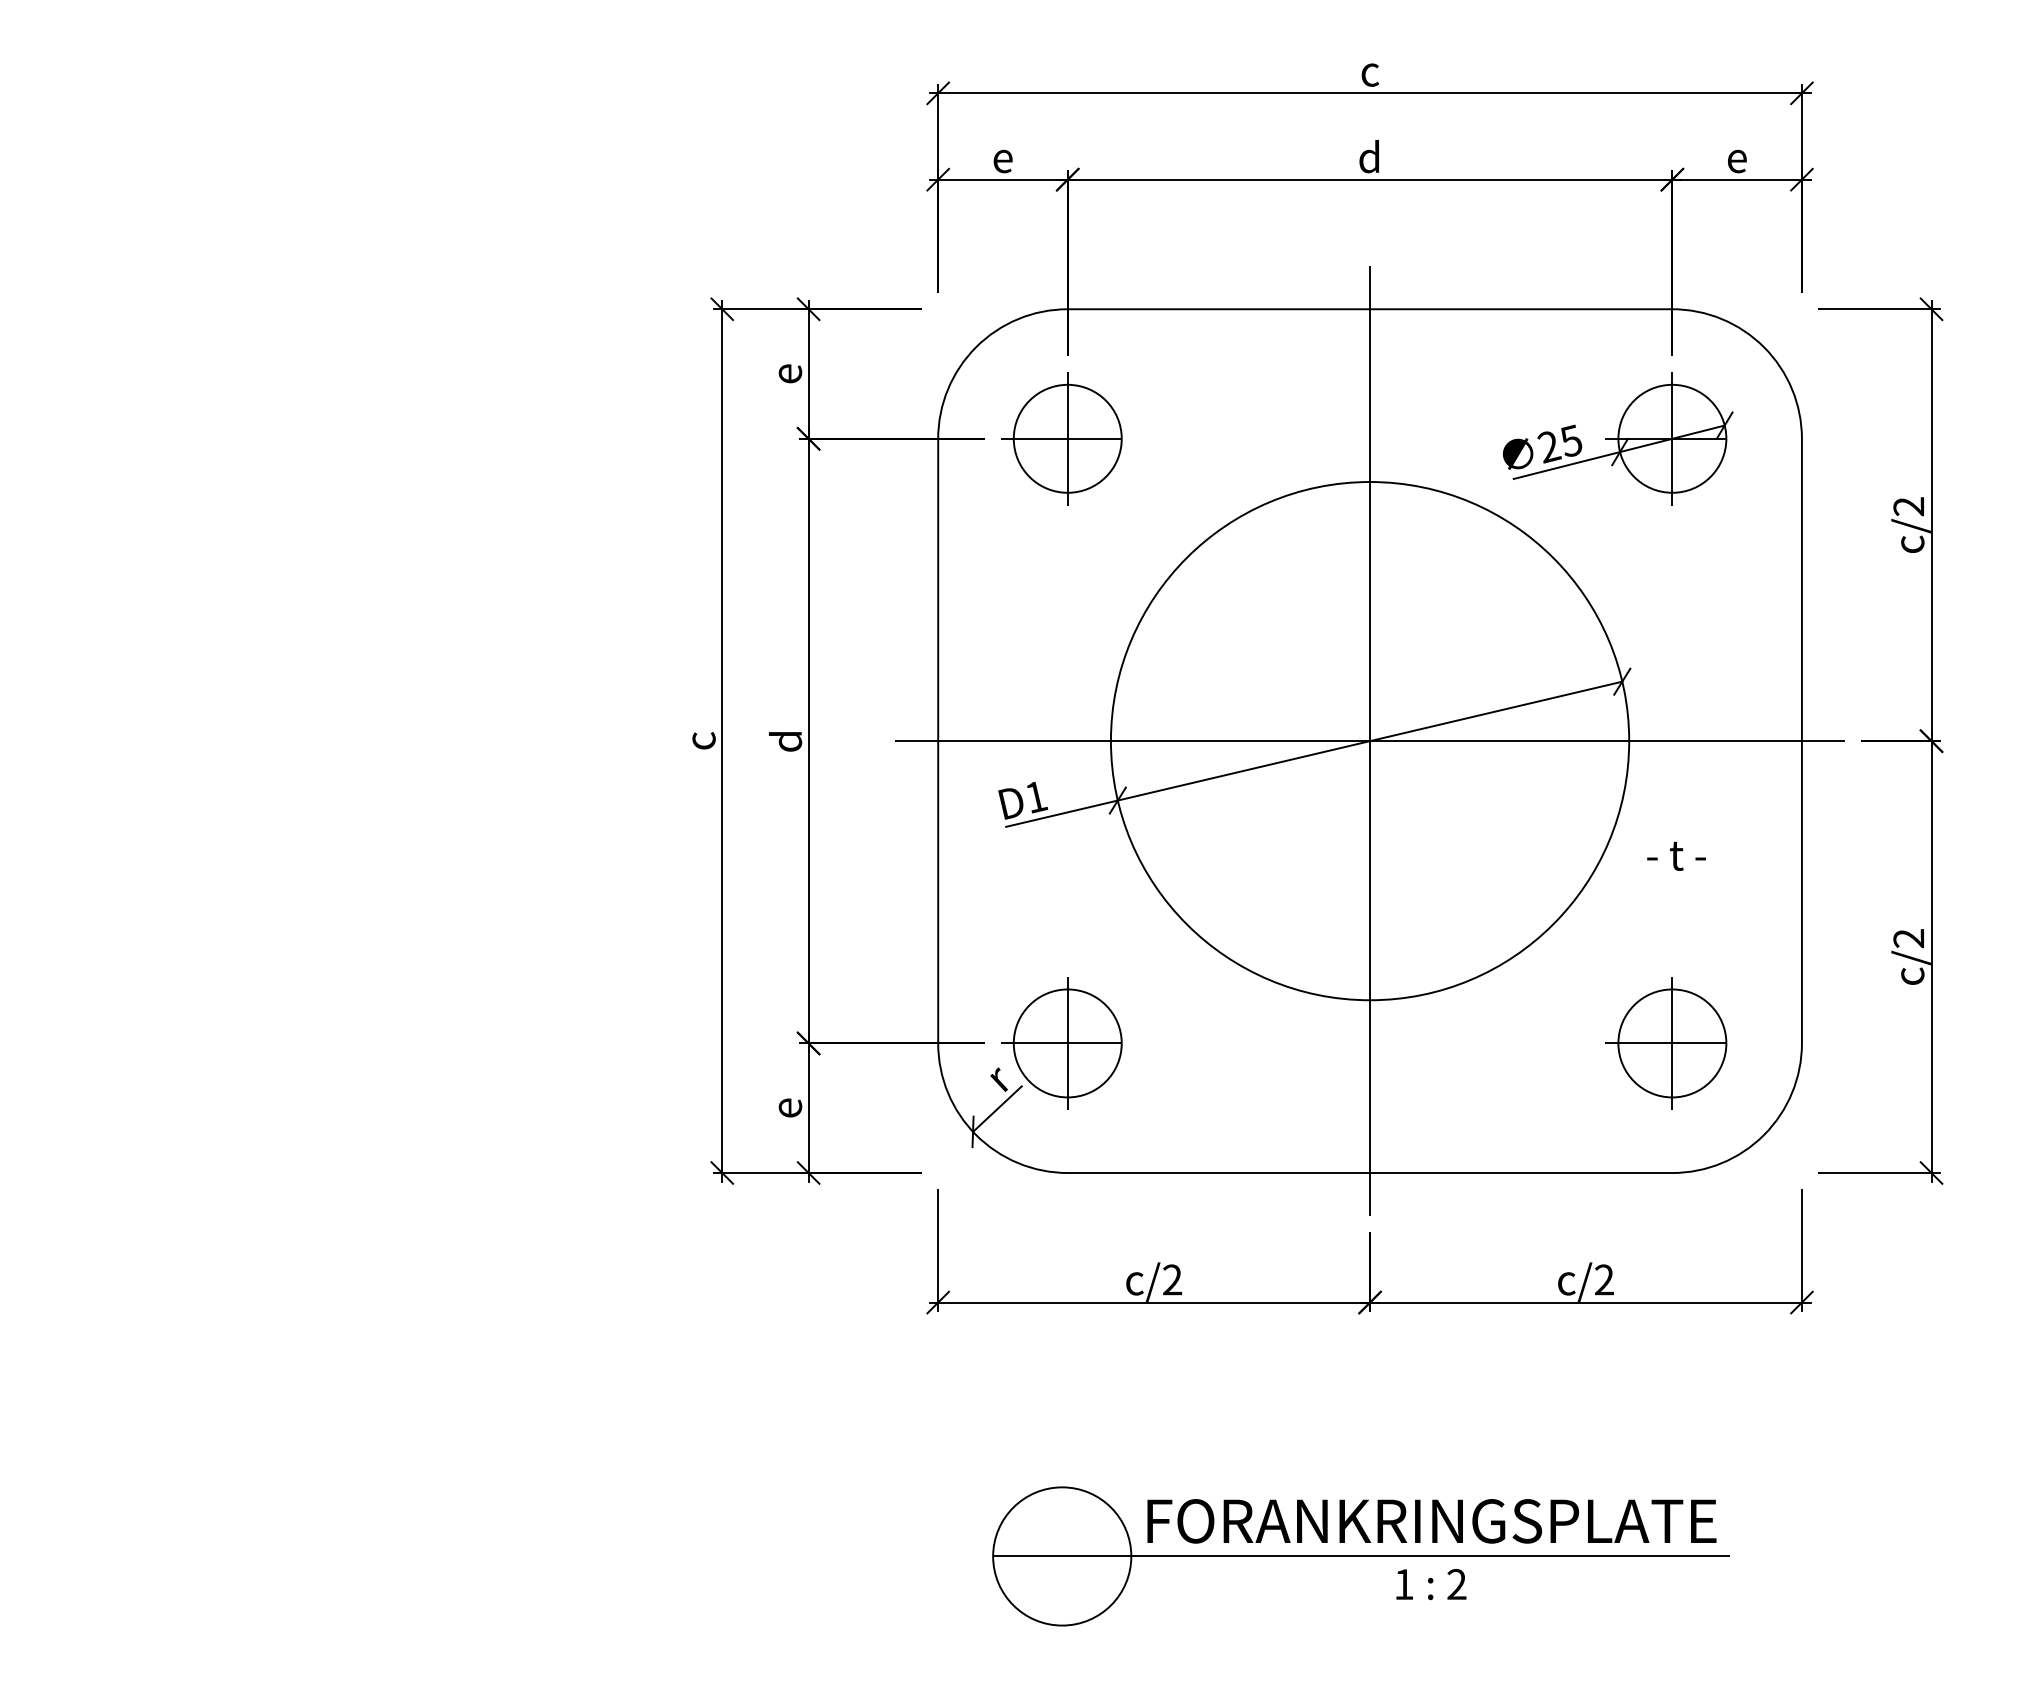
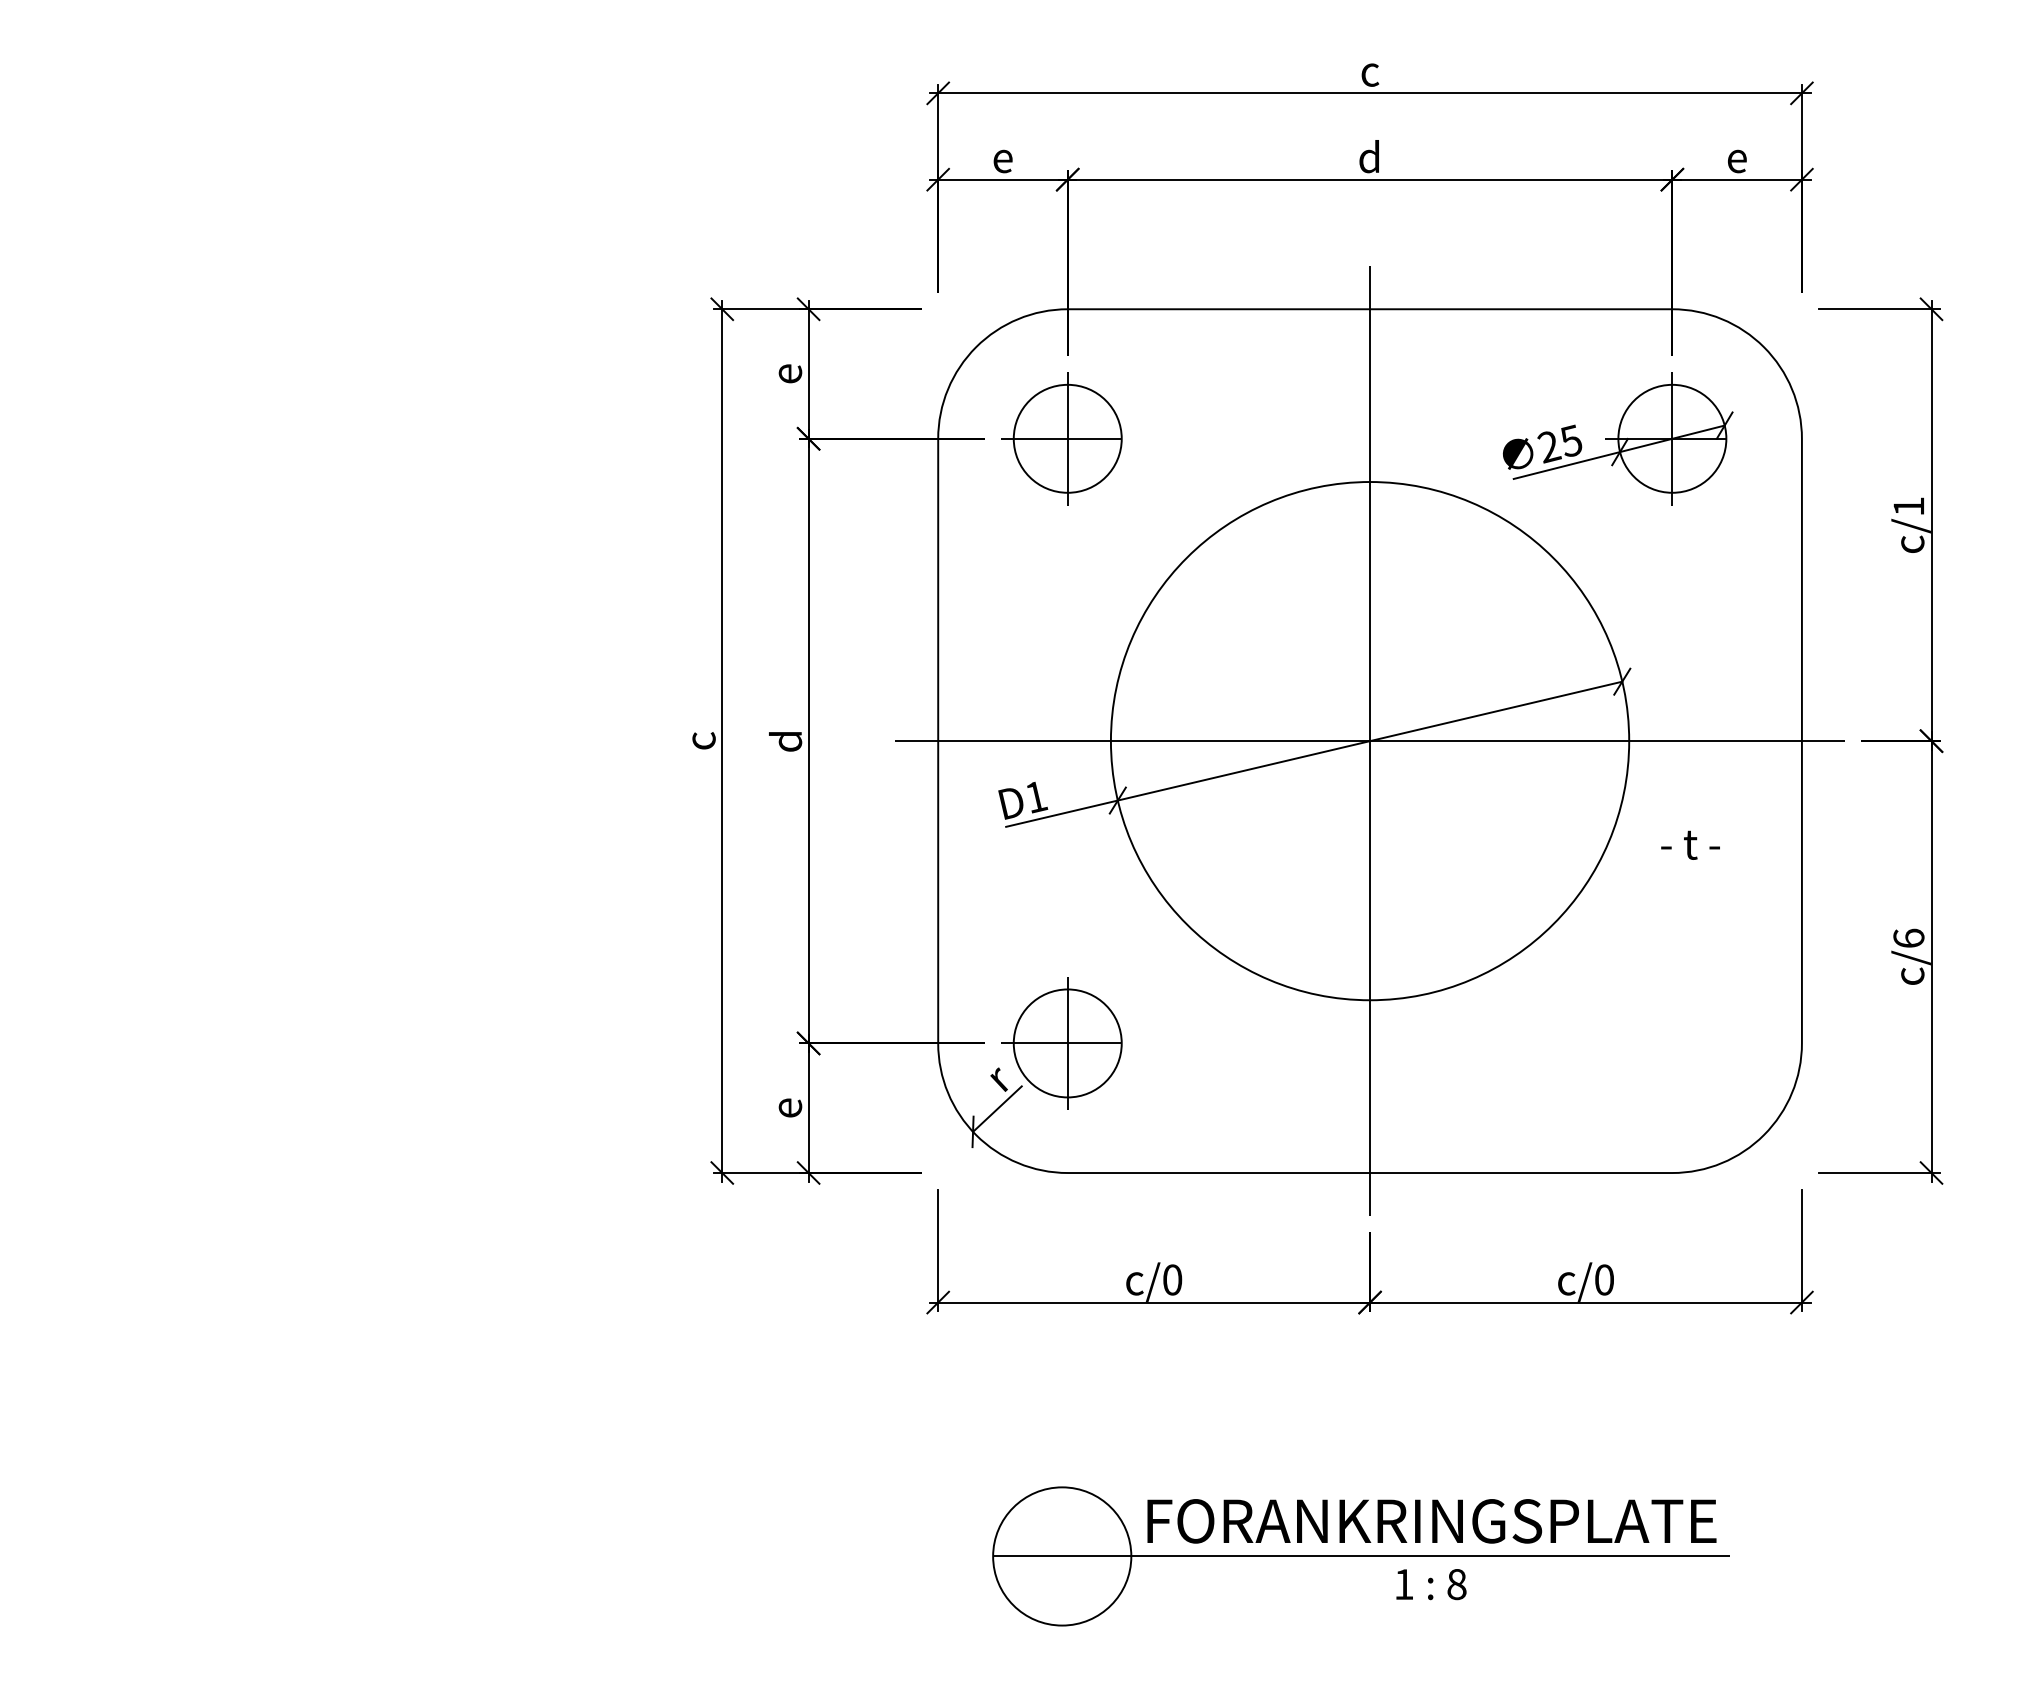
text at (1908, 506): c/2 -> c/1
text at (1676, 855) position: (1676, 855) -> (1690, 844)
text at (1908, 938): c/2 -> c/6
part at (1666, 1043): present -> none
text at (1172, 1279): c/2 -> c/0
text at (1604, 1279): c/2 -> c/0
text at (1456, 1584): 2 -> 8
